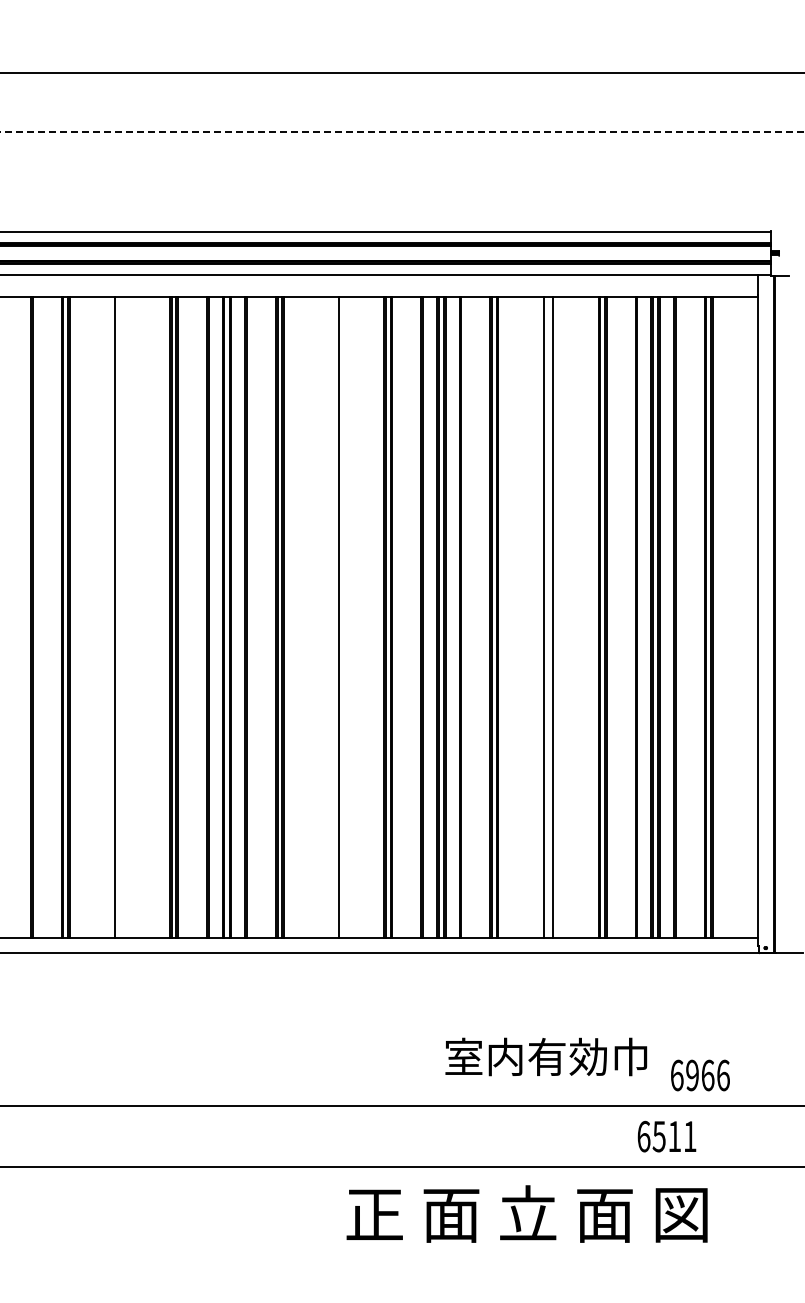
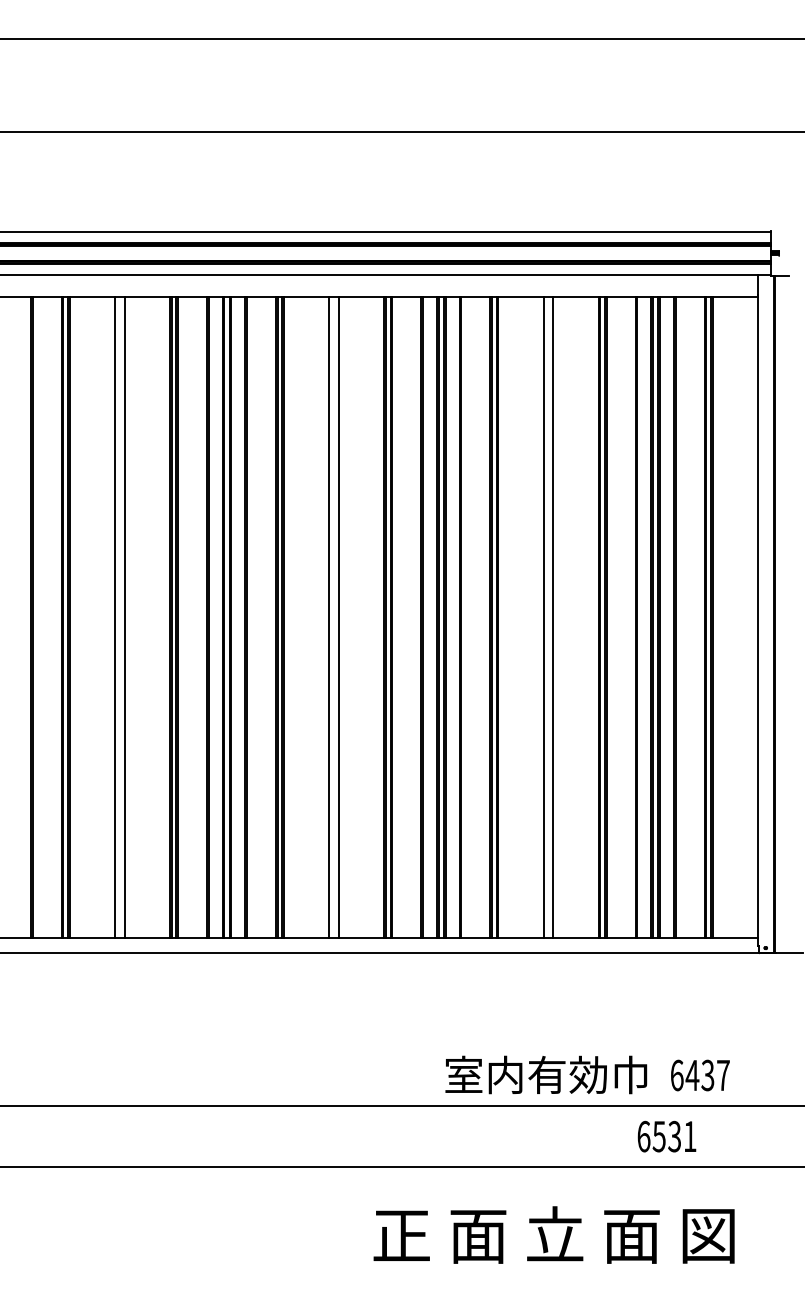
line at (401, 73) position: (401, 73) -> (401, 39)
line at (401, 132): dashed -> solid
line at (124, 616): none -> present
line at (329, 616): none -> present
text at (546, 1056) position: (546, 1056) -> (546, 1074)
text at (707, 1075): 6966 -> 6437
text at (674, 1136): 6511 -> 6531
text at (526, 1213) position: (526, 1213) -> (553, 1234)
